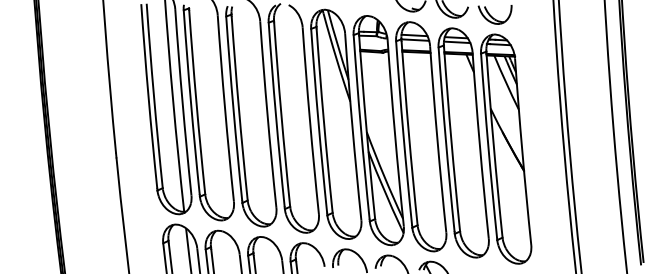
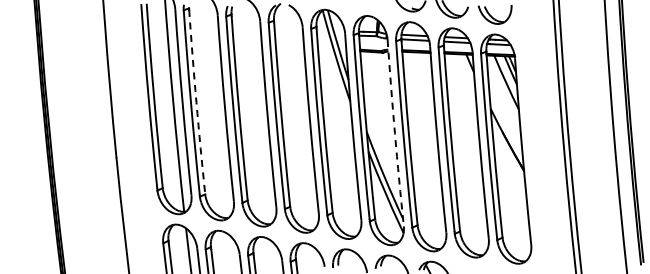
arc at (196, 102): solid -> dashed
arc at (394, 133): solid -> dashed
